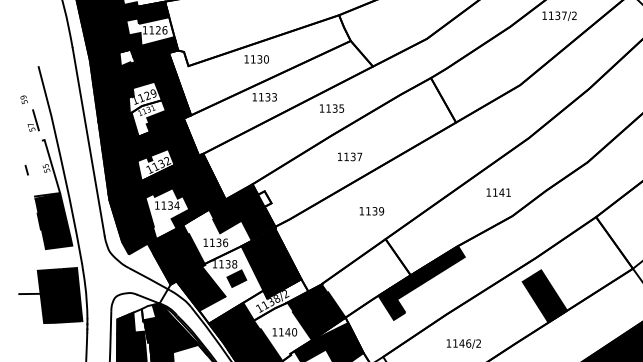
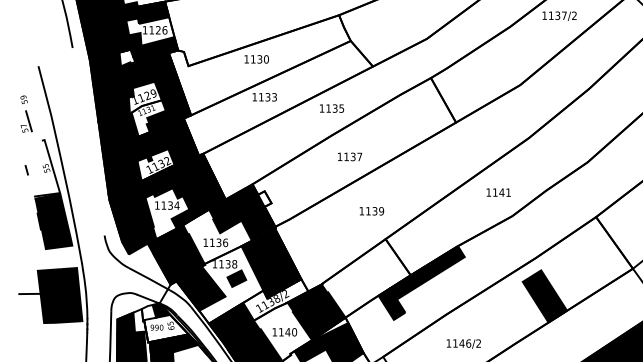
part at (33, 120) position: (33, 120) -> (26, 121)
line at (88, 141): present -> none
fill at (165, 328): present -> none
